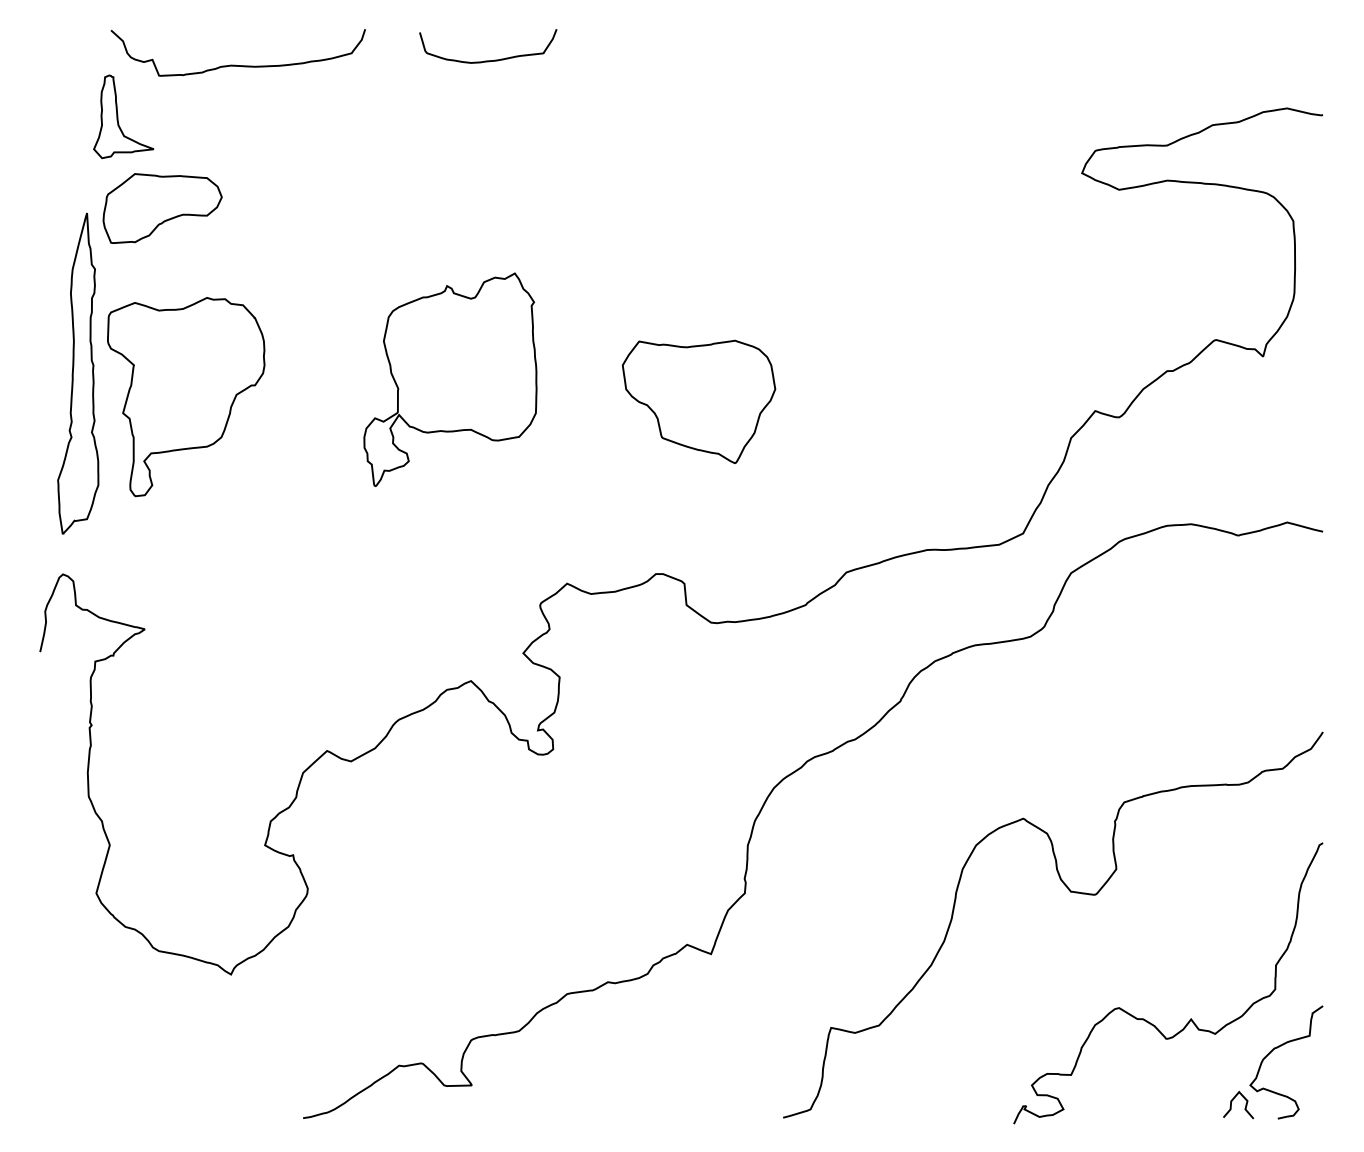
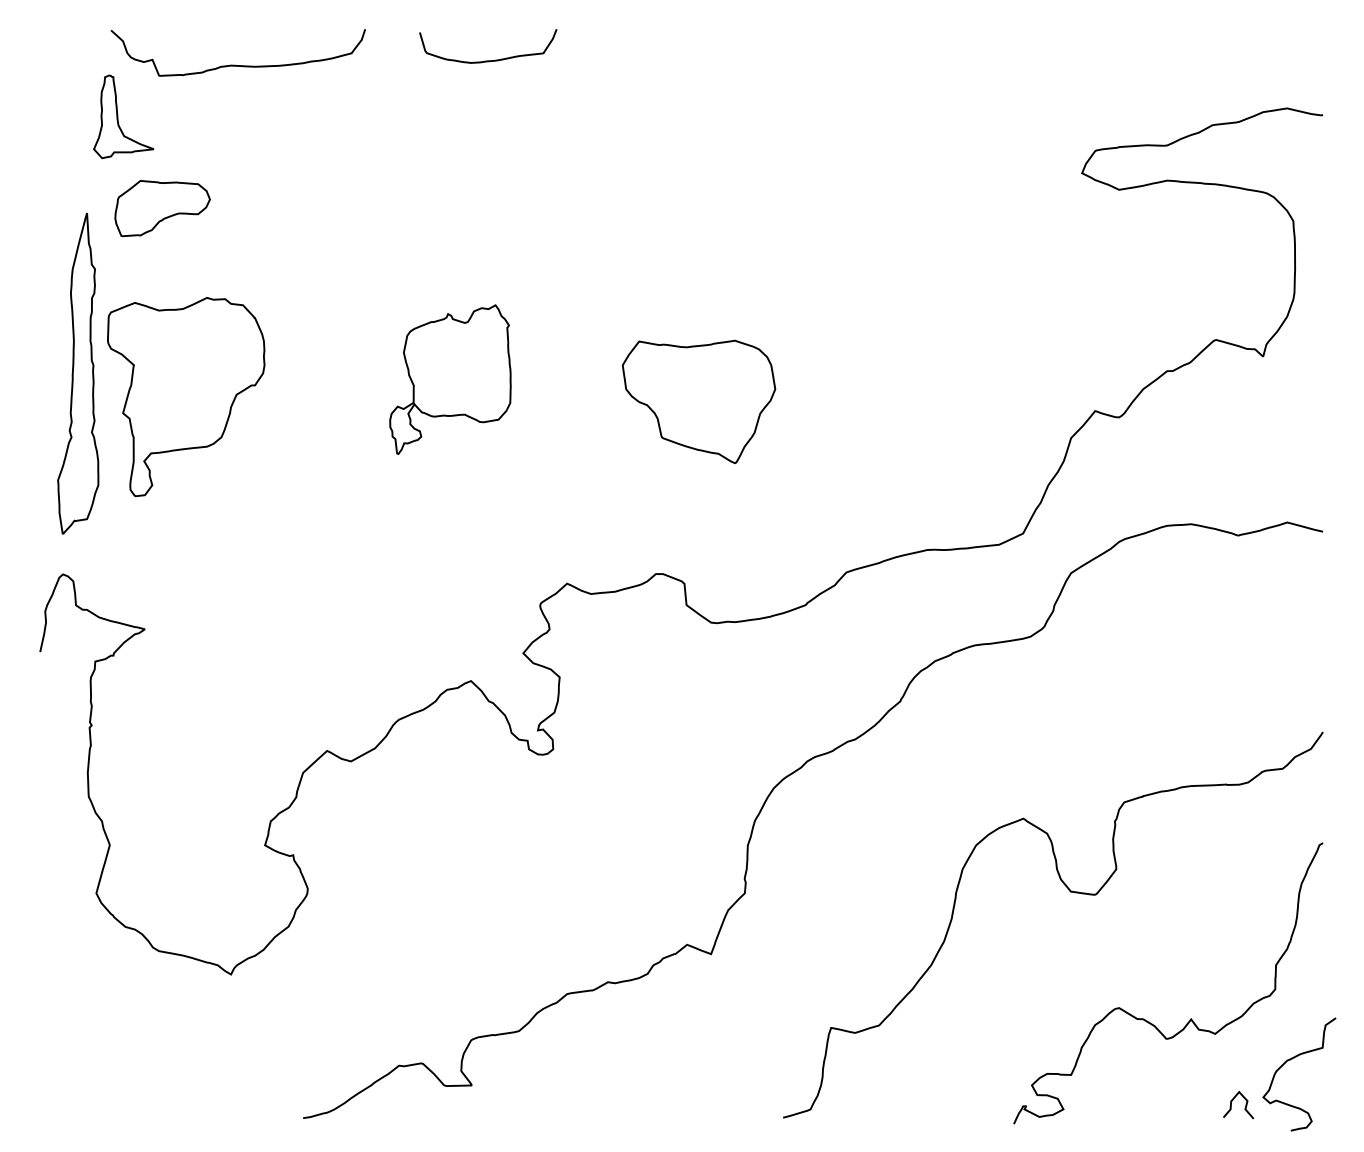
part at (162, 208) size: 121x71 px -> 97x58 px
part at (450, 379) size: 175x215 px -> 123x151 px
curve at (1279, 1047) position: (1279, 1047) -> (1292, 1059)
